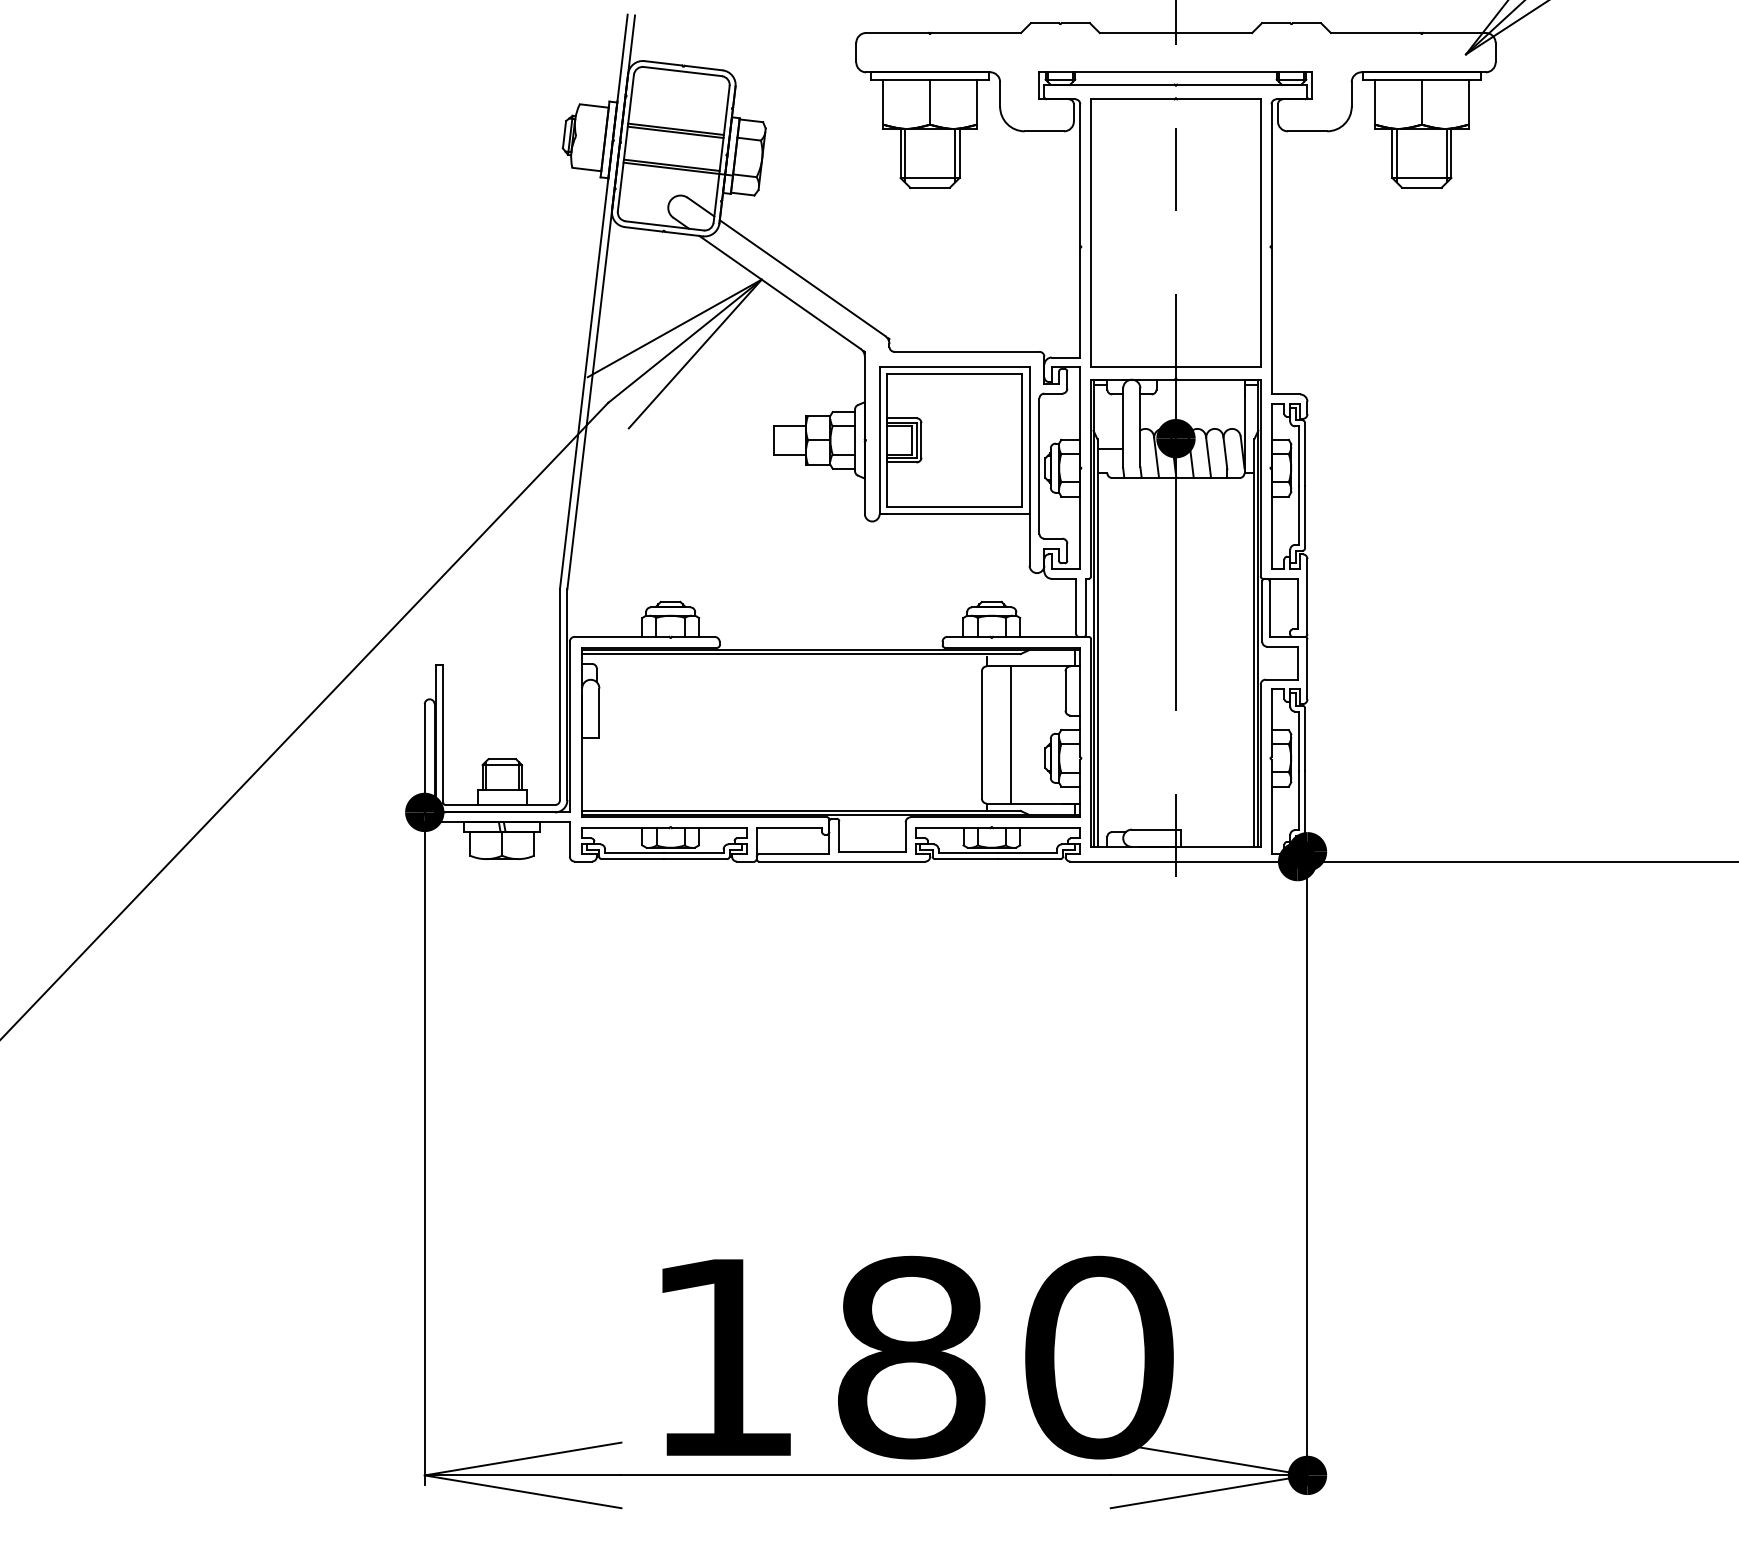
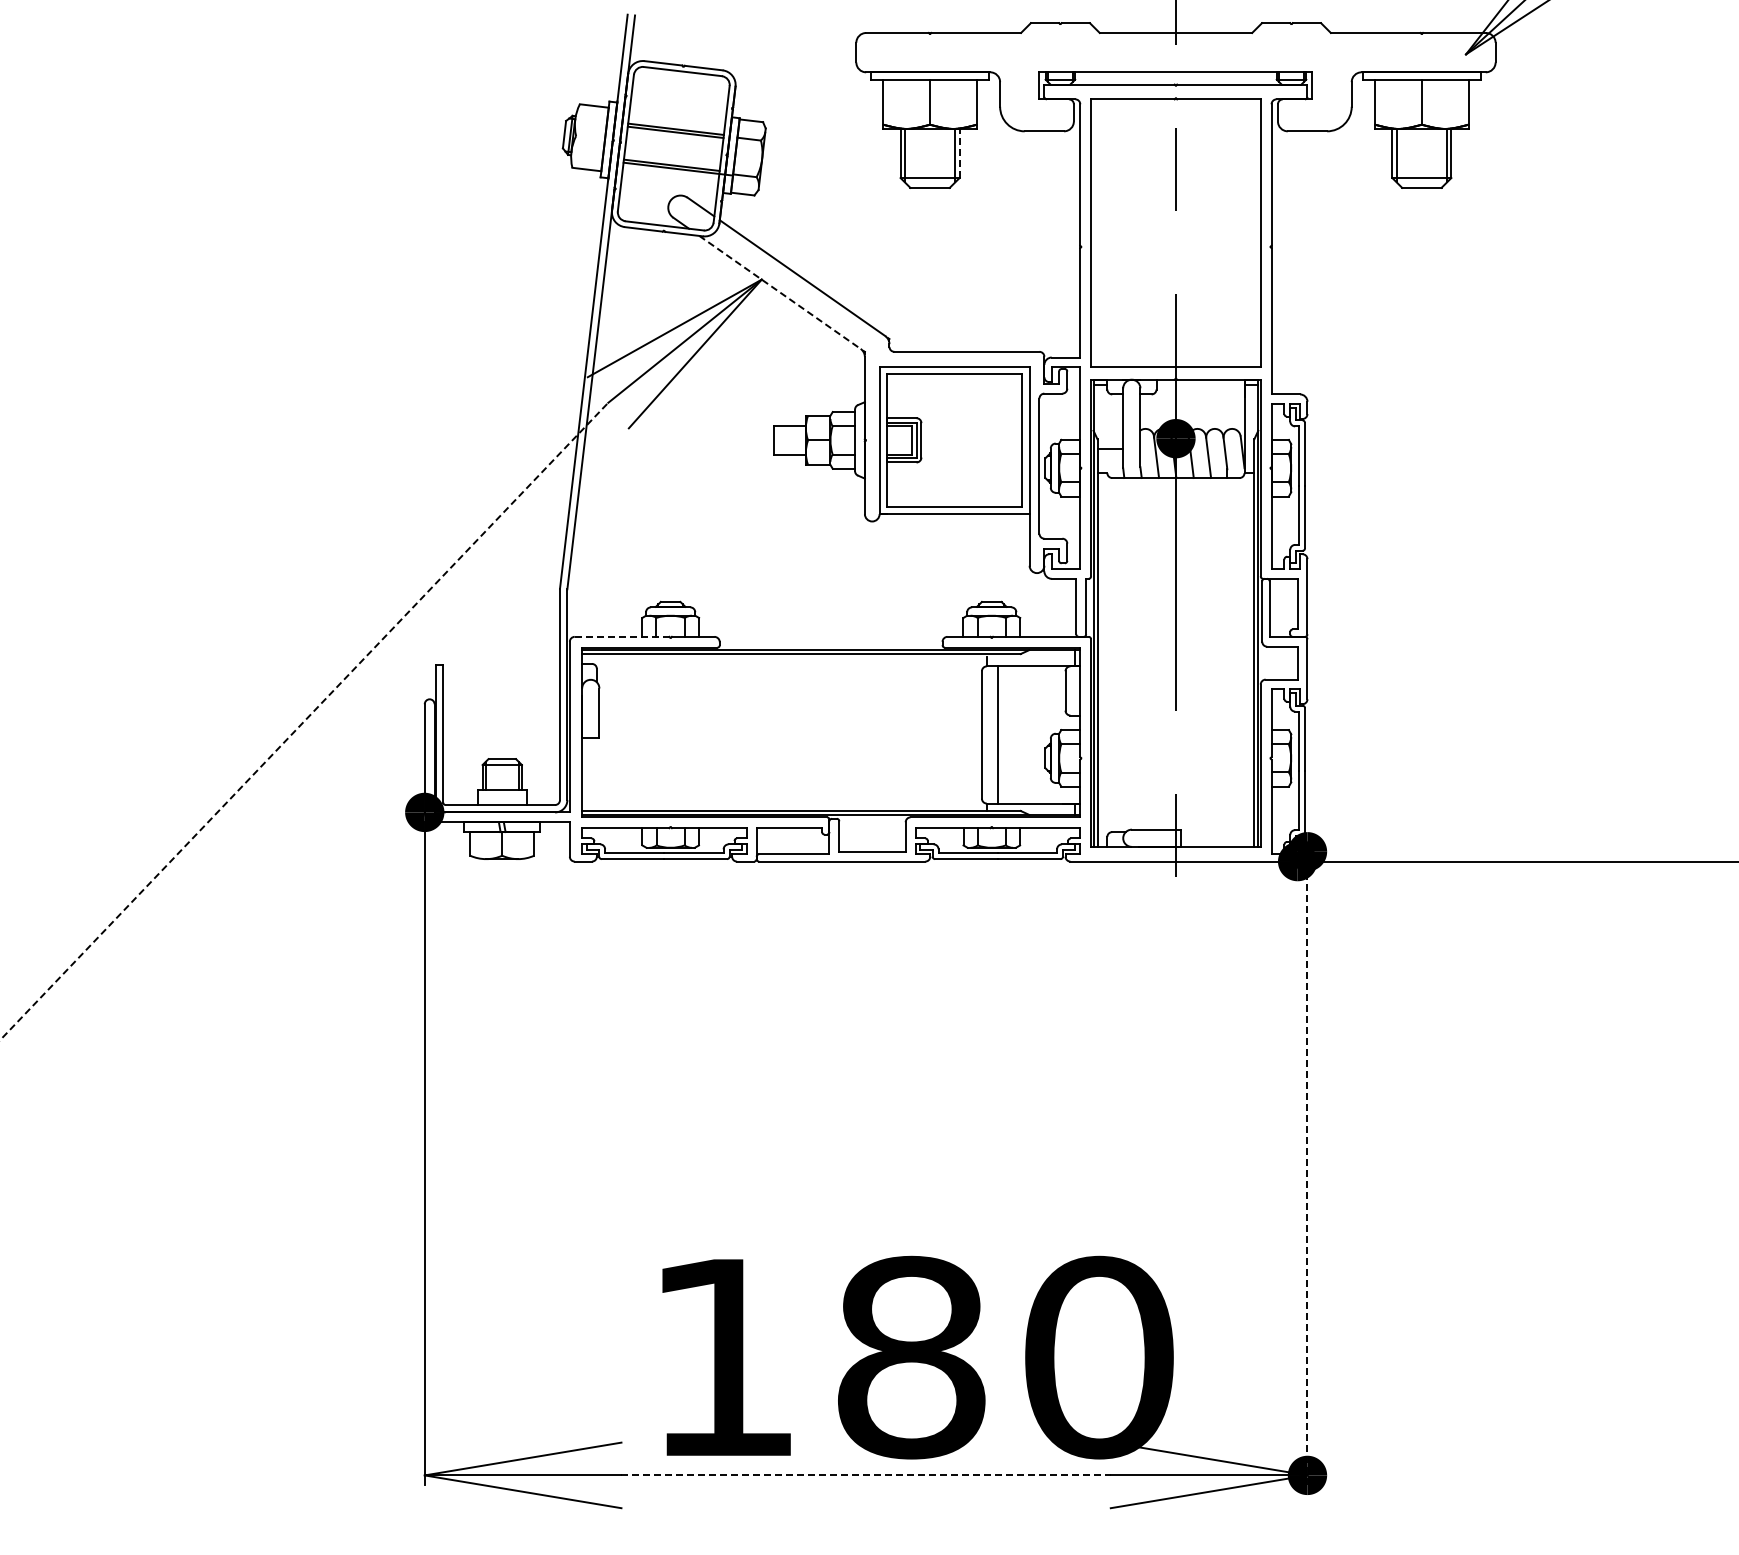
line at (959, 153): solid -> dashed
line at (780, 292): solid -> dashed
line at (622, 636): solid -> dashed
line at (304, 721): solid -> dashed
line at (1011, 734) position: (1011, 734) -> (998, 734)
line at (1307, 1173): solid -> dashed
line at (866, 1475): solid -> dashed
